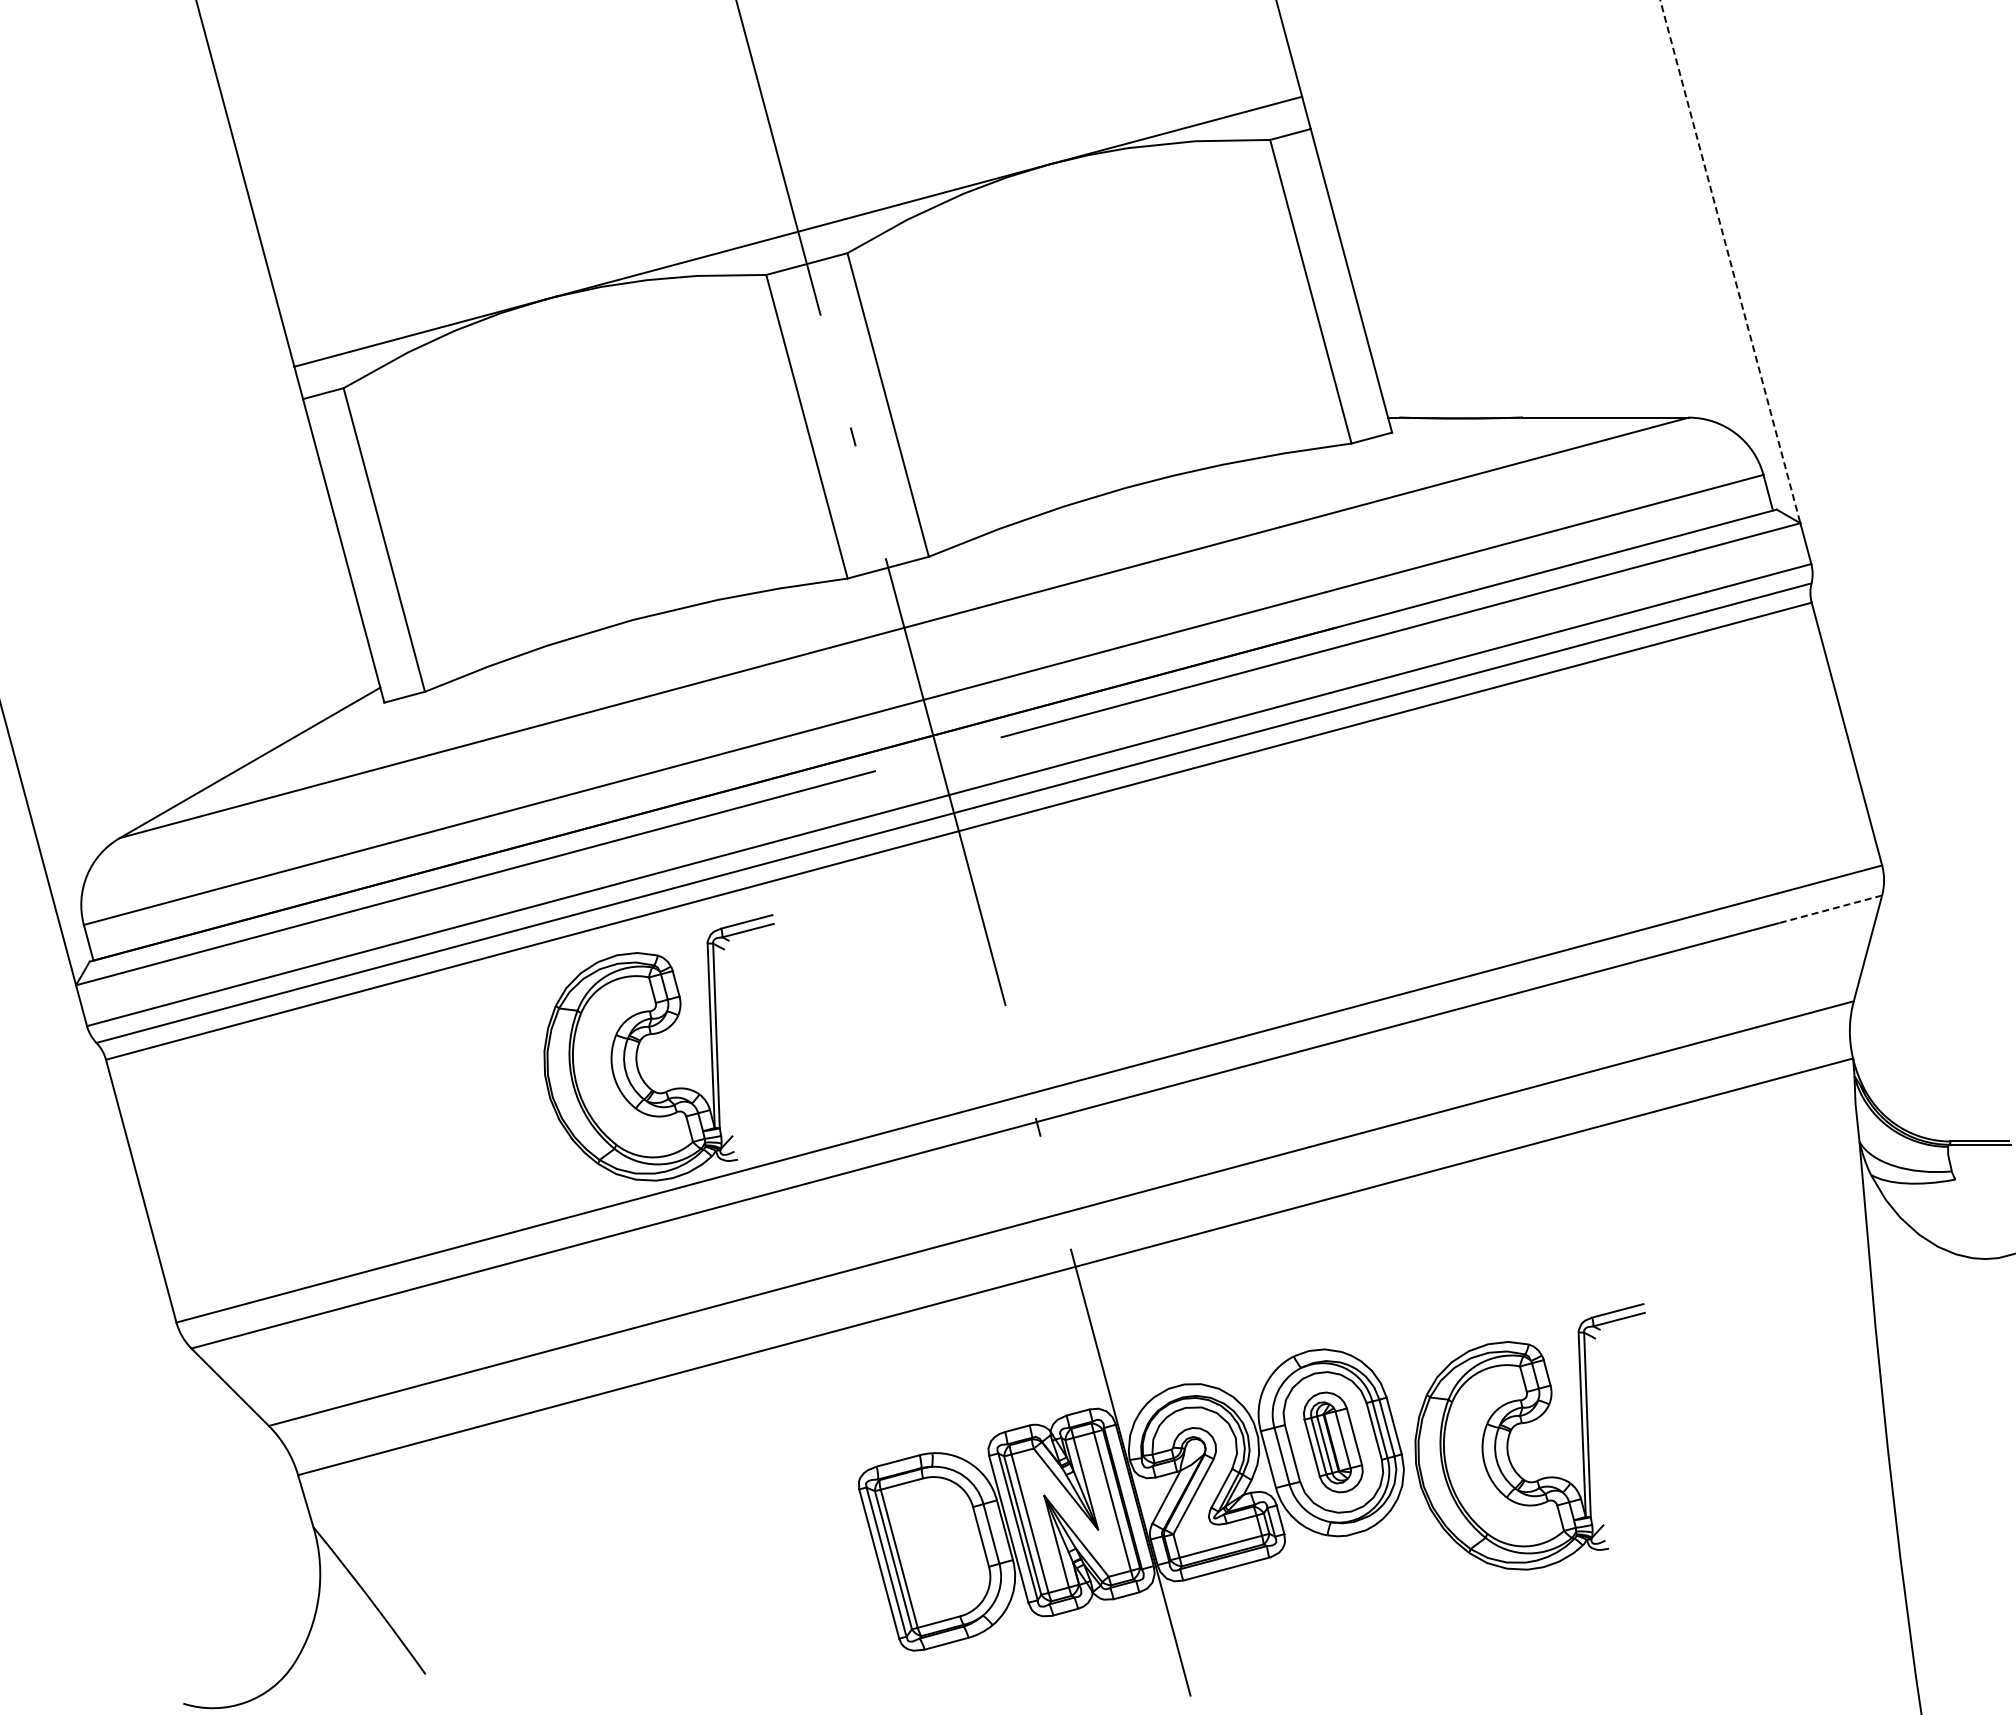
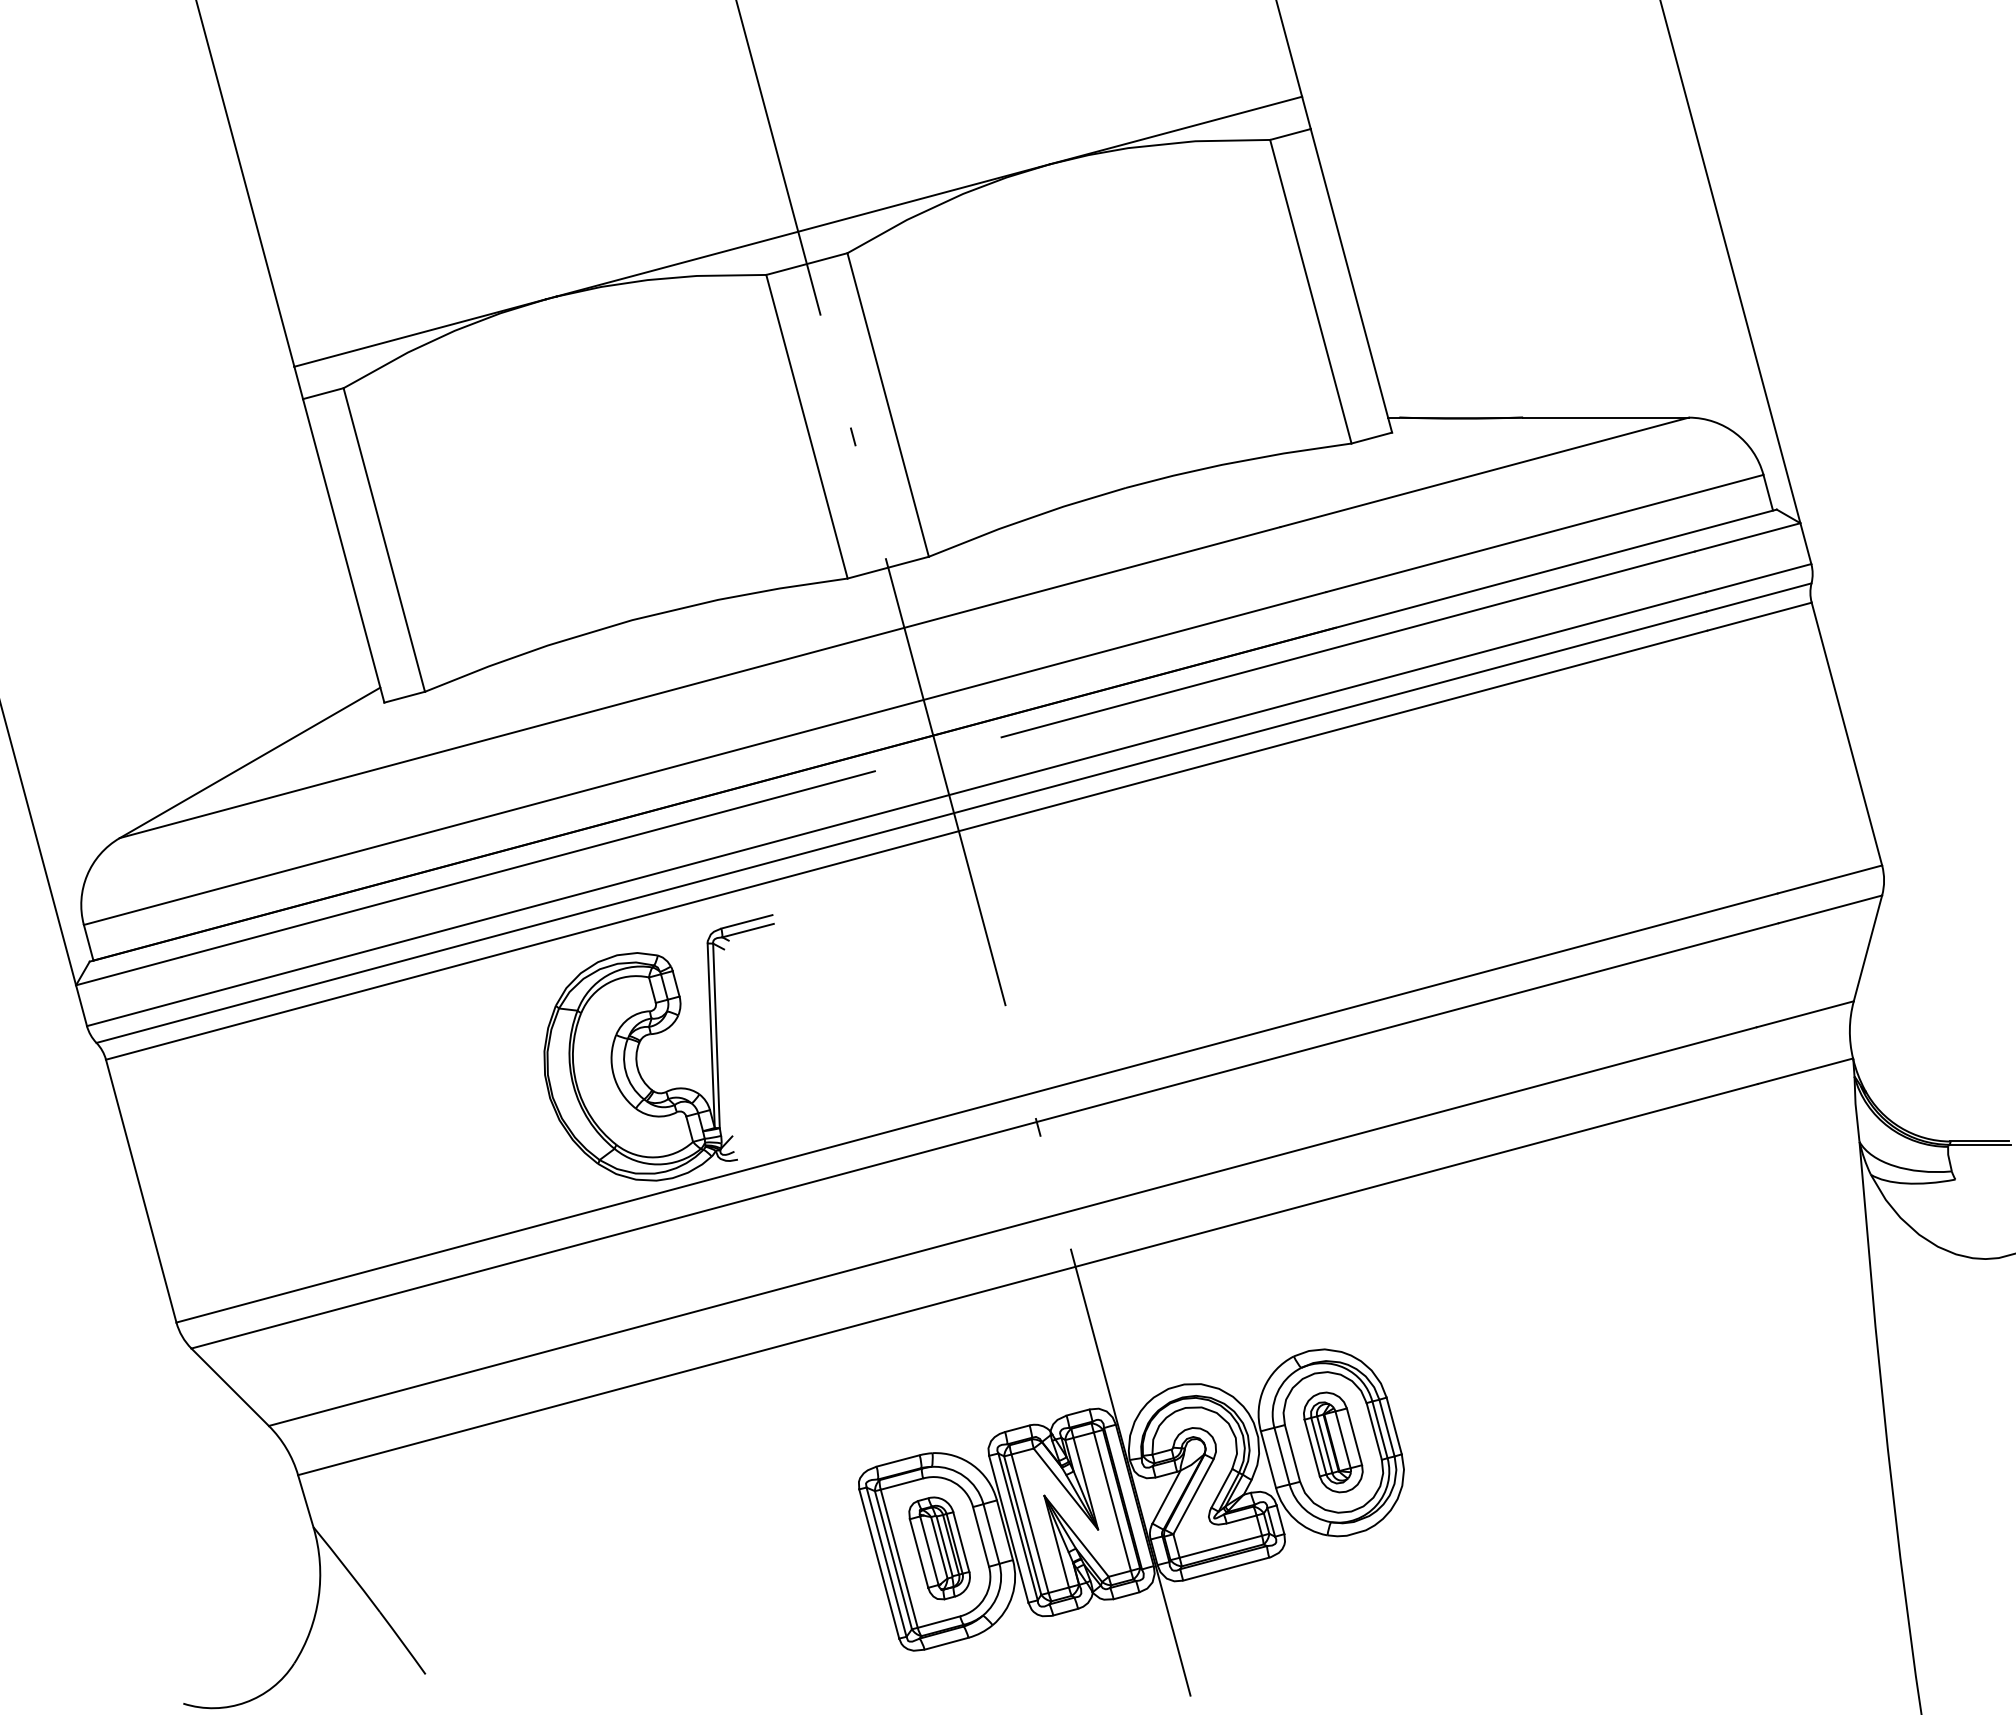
line at (1730, 261): dashed -> solid
line at (1830, 909): dashed -> solid
part at (1528, 1423): present -> none
part at (939, 1548): none -> present
